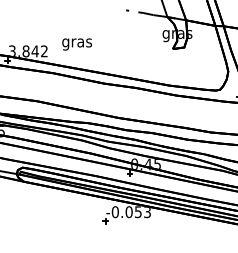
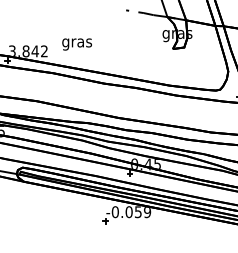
text at (147, 212): -0.053 -> -0.059
